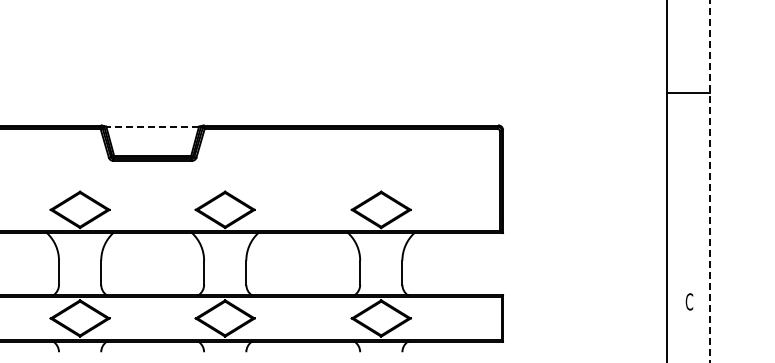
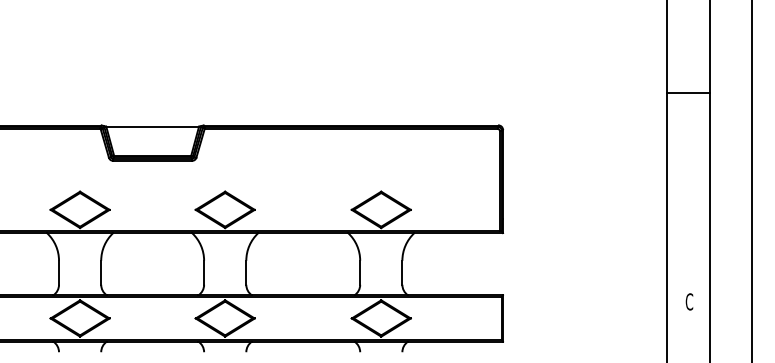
line at (152, 126): dashed -> solid
line at (751, 180): none -> present
line at (709, 181): dashed -> solid
